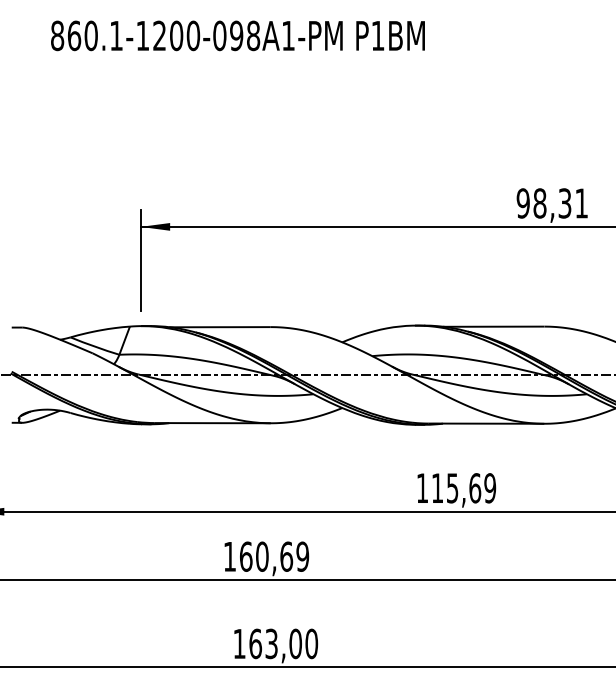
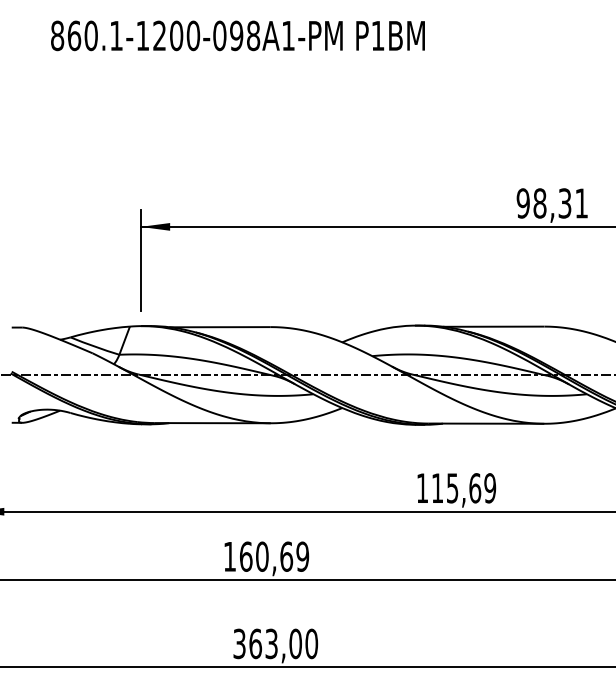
text at (239, 643): 163,00 -> 363,00
